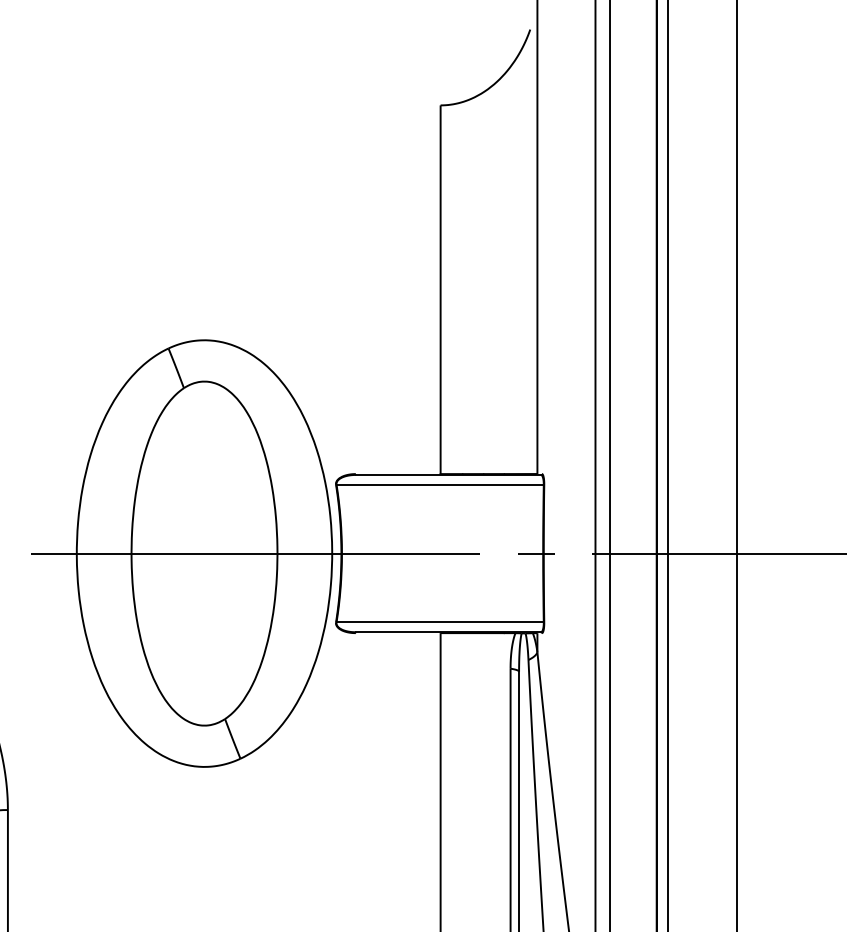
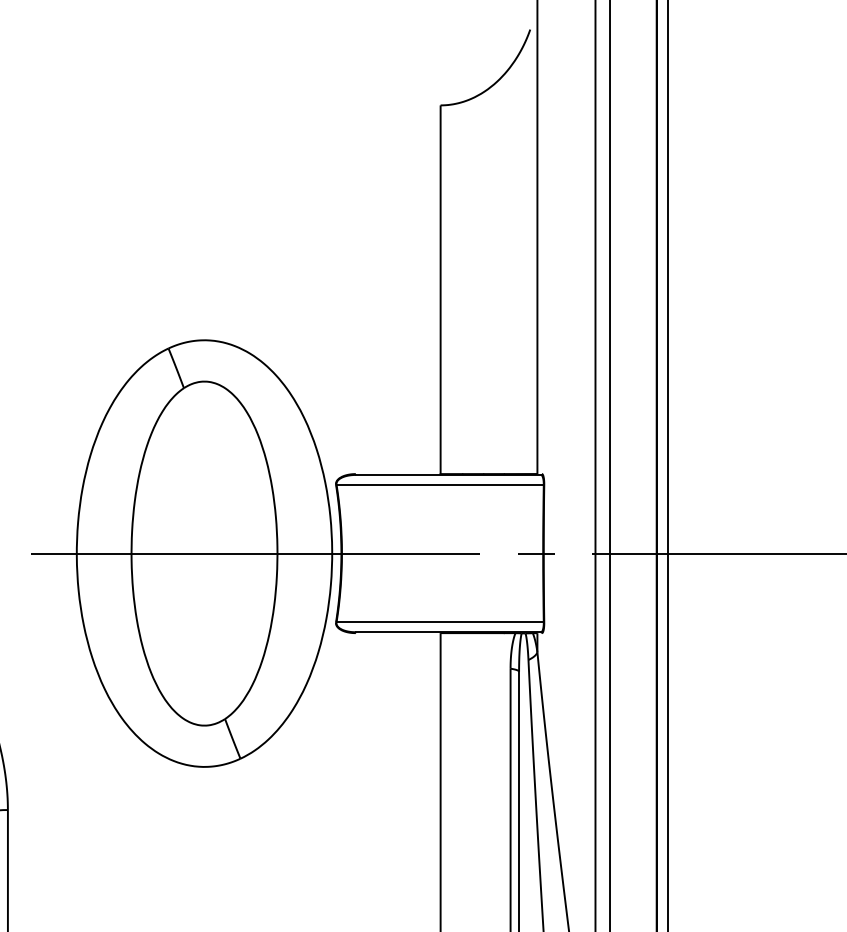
line at (737, 465): present -> none
